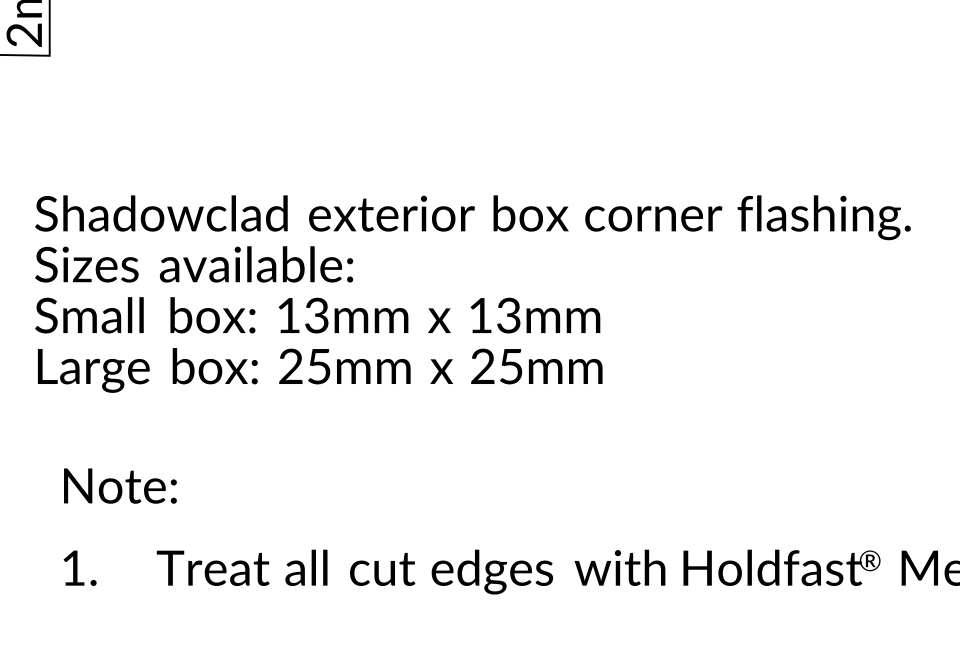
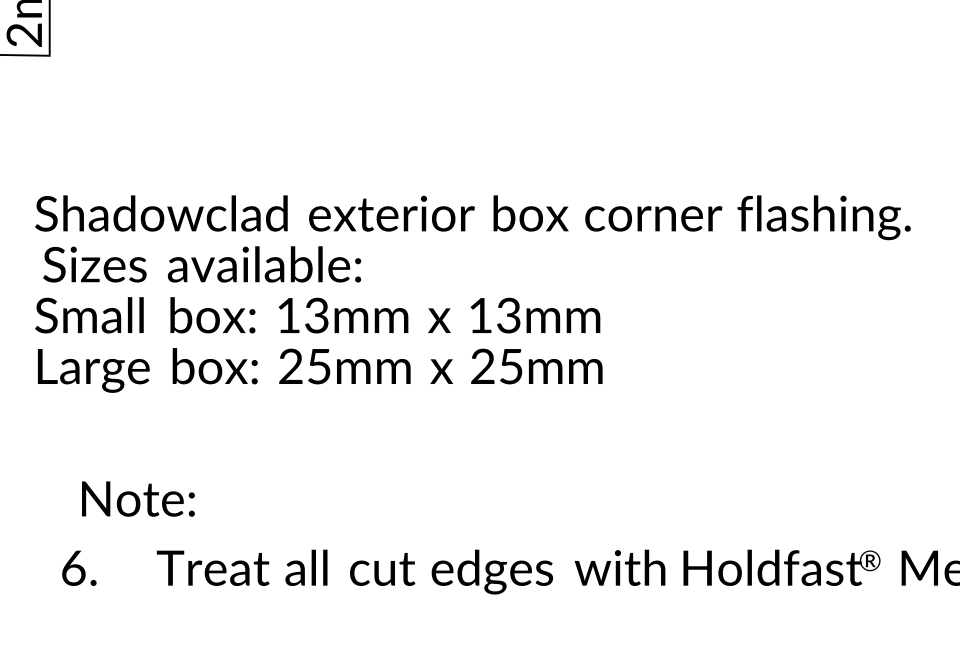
text at (194, 264) position: (194, 264) -> (202, 264)
text at (120, 485) position: (120, 485) -> (138, 498)
text at (73, 567): 1. -> 6.
